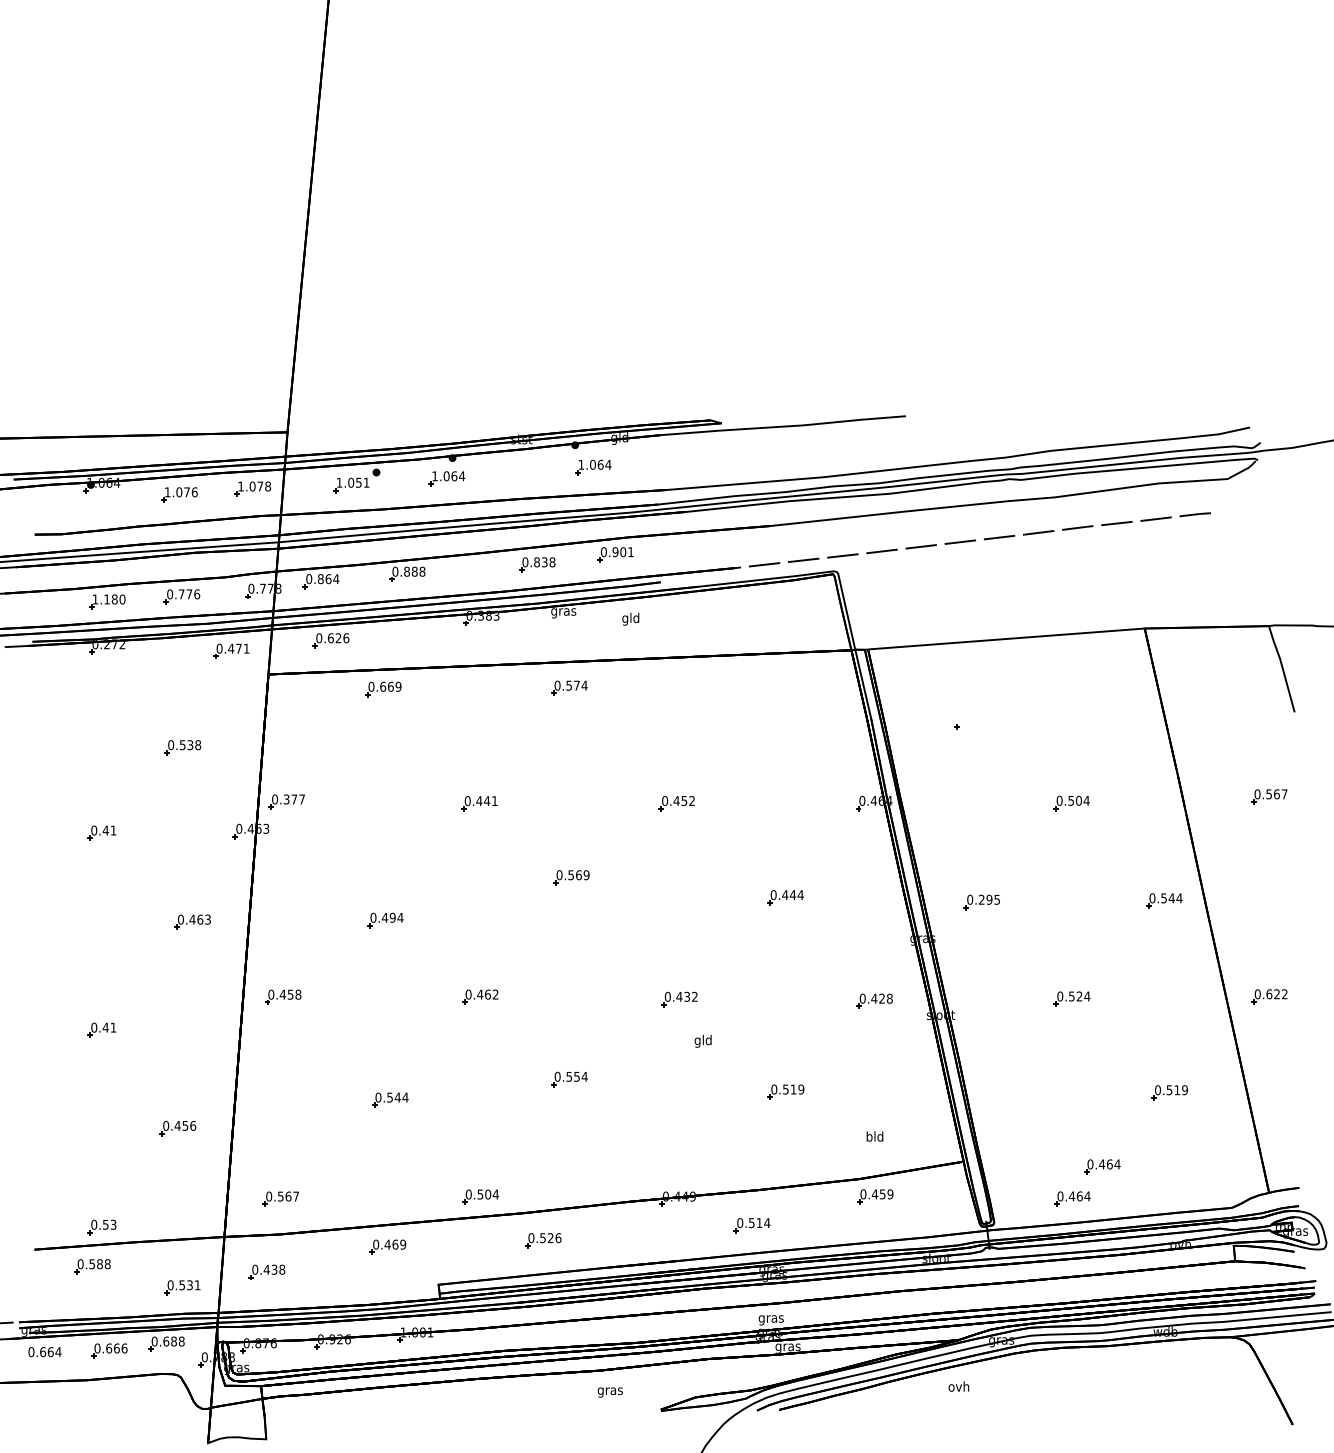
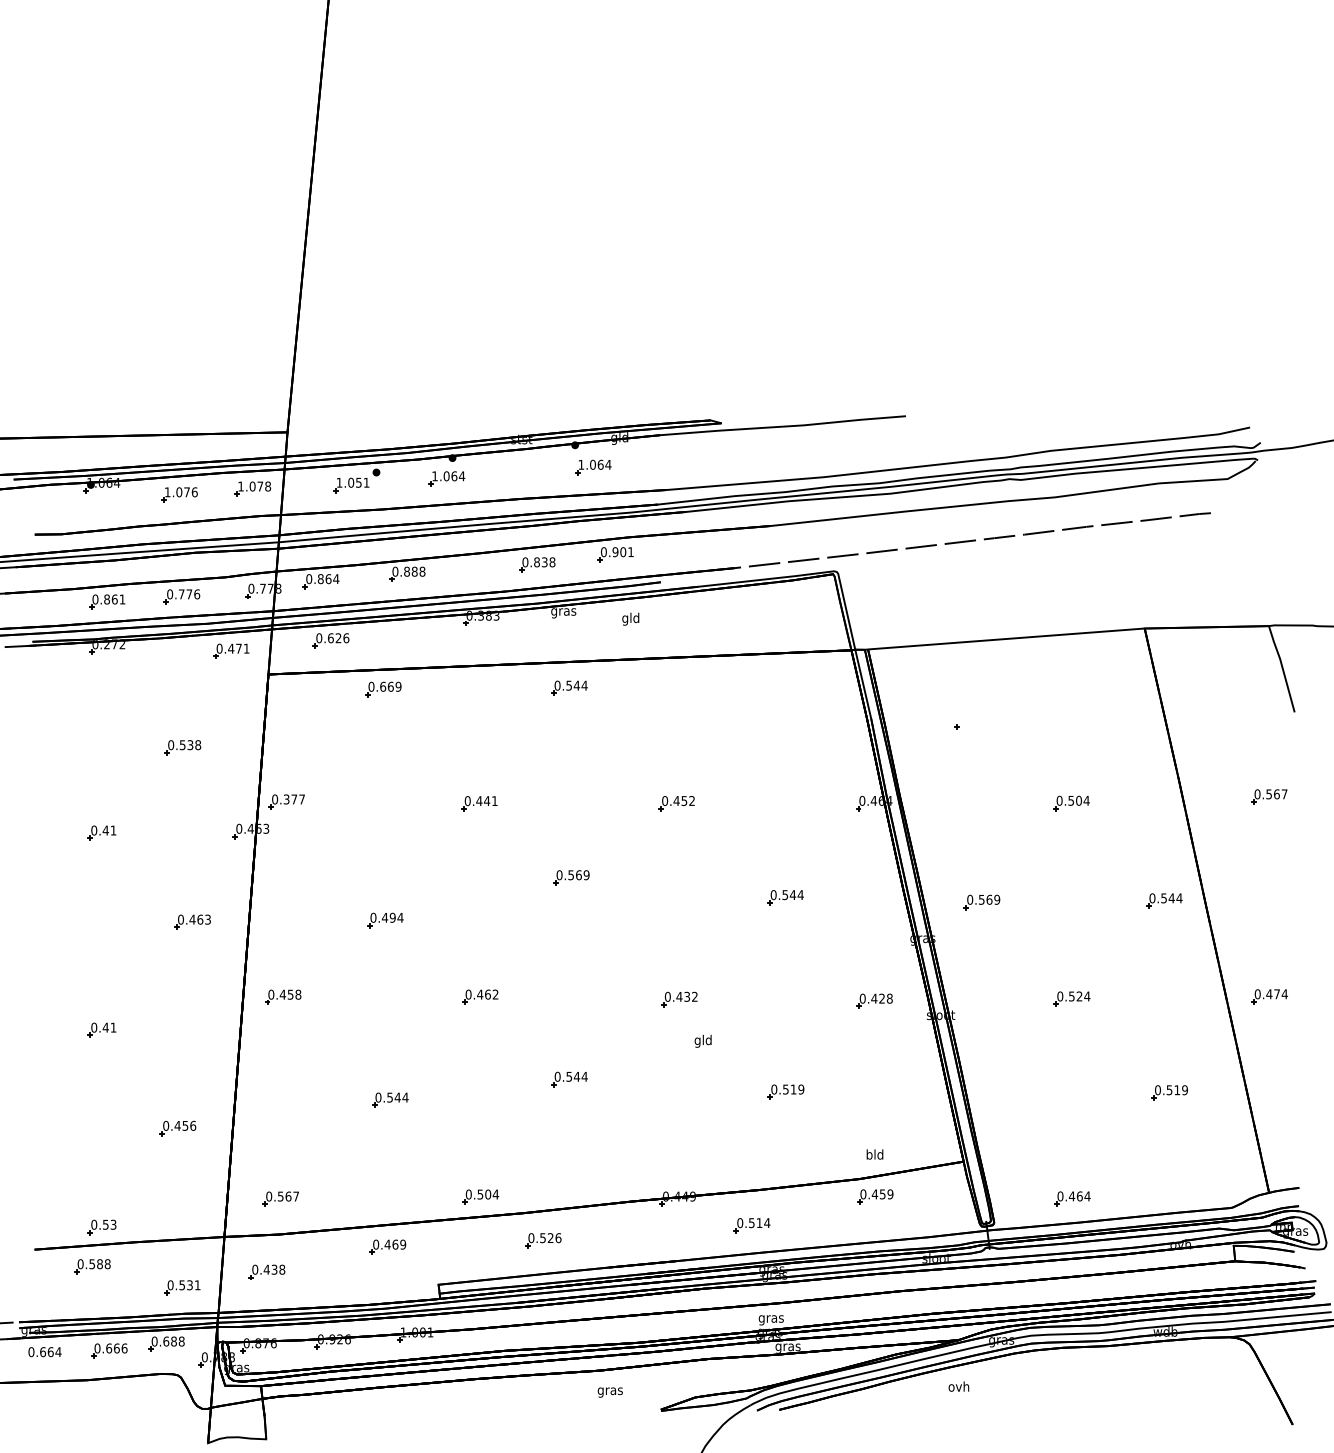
text at (108, 599): 1.180 -> 0.861
text at (576, 685): 0.574 -> 0.544
text at (785, 895): 0.444 -> 0.544
text at (989, 899): 0.295 -> 0.569
text at (1276, 994): 0.622 -> 0.474
text at (576, 1076): 0.554 -> 0.544
text at (874, 1136) position: (874, 1136) -> (874, 1154)
part at (1102, 1166): present -> none
